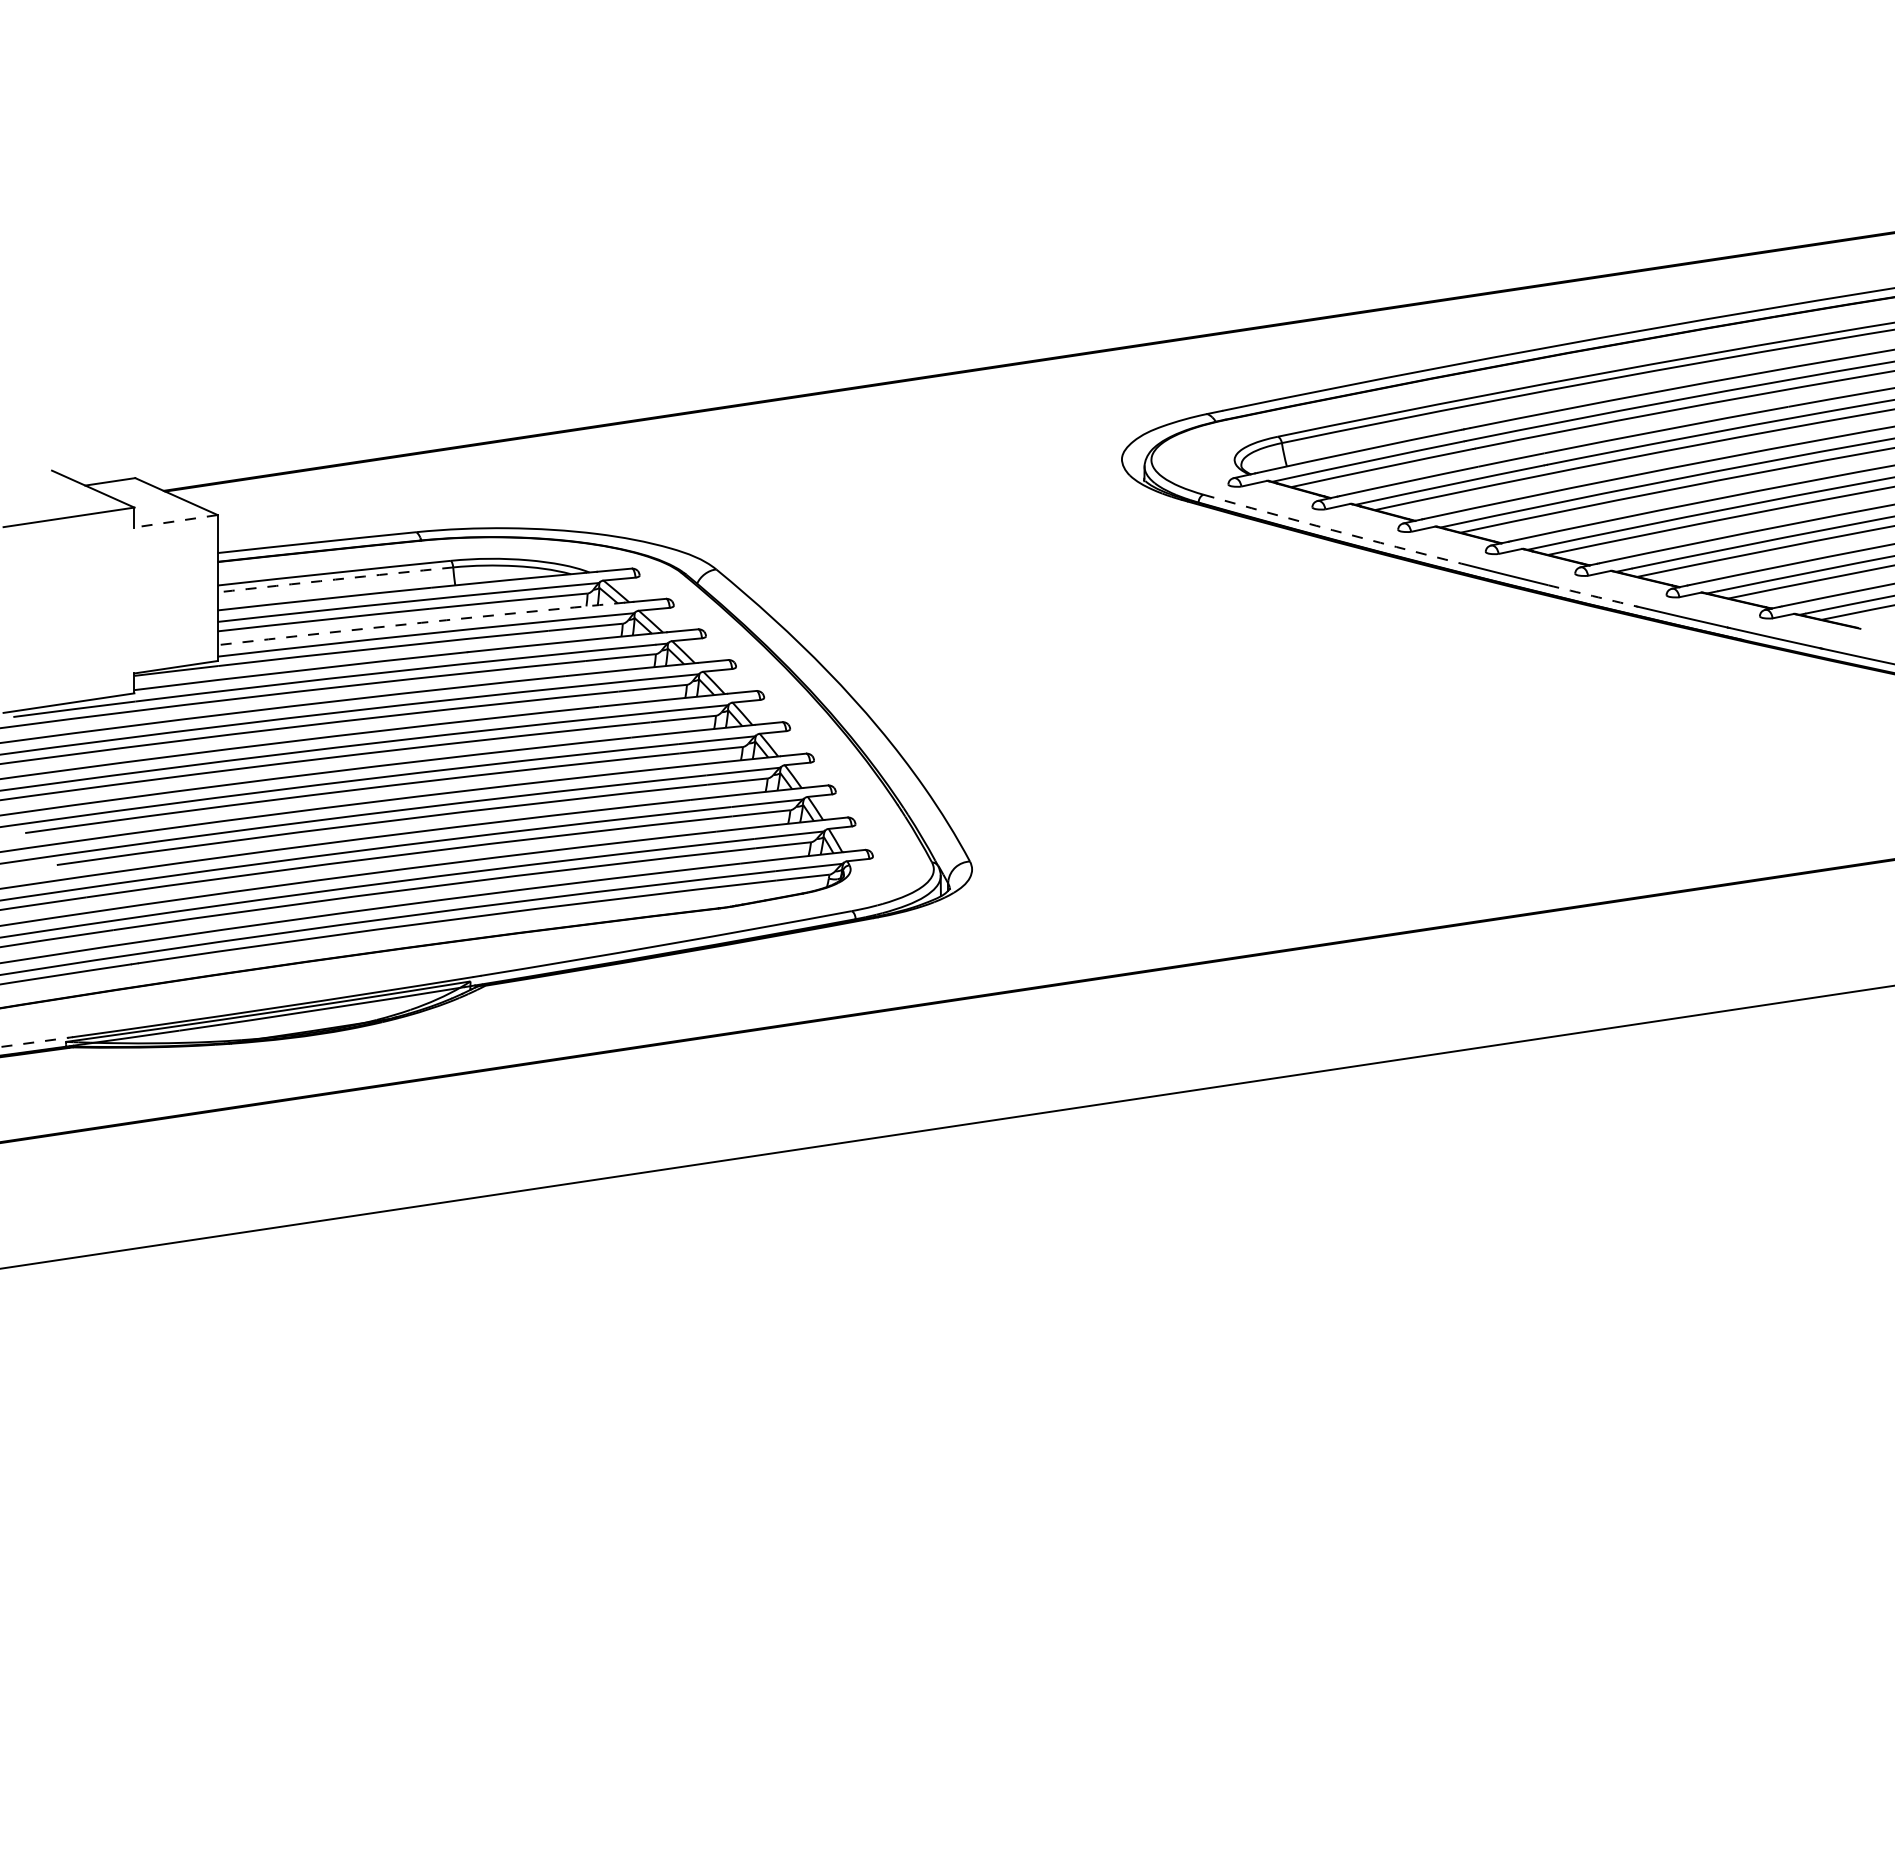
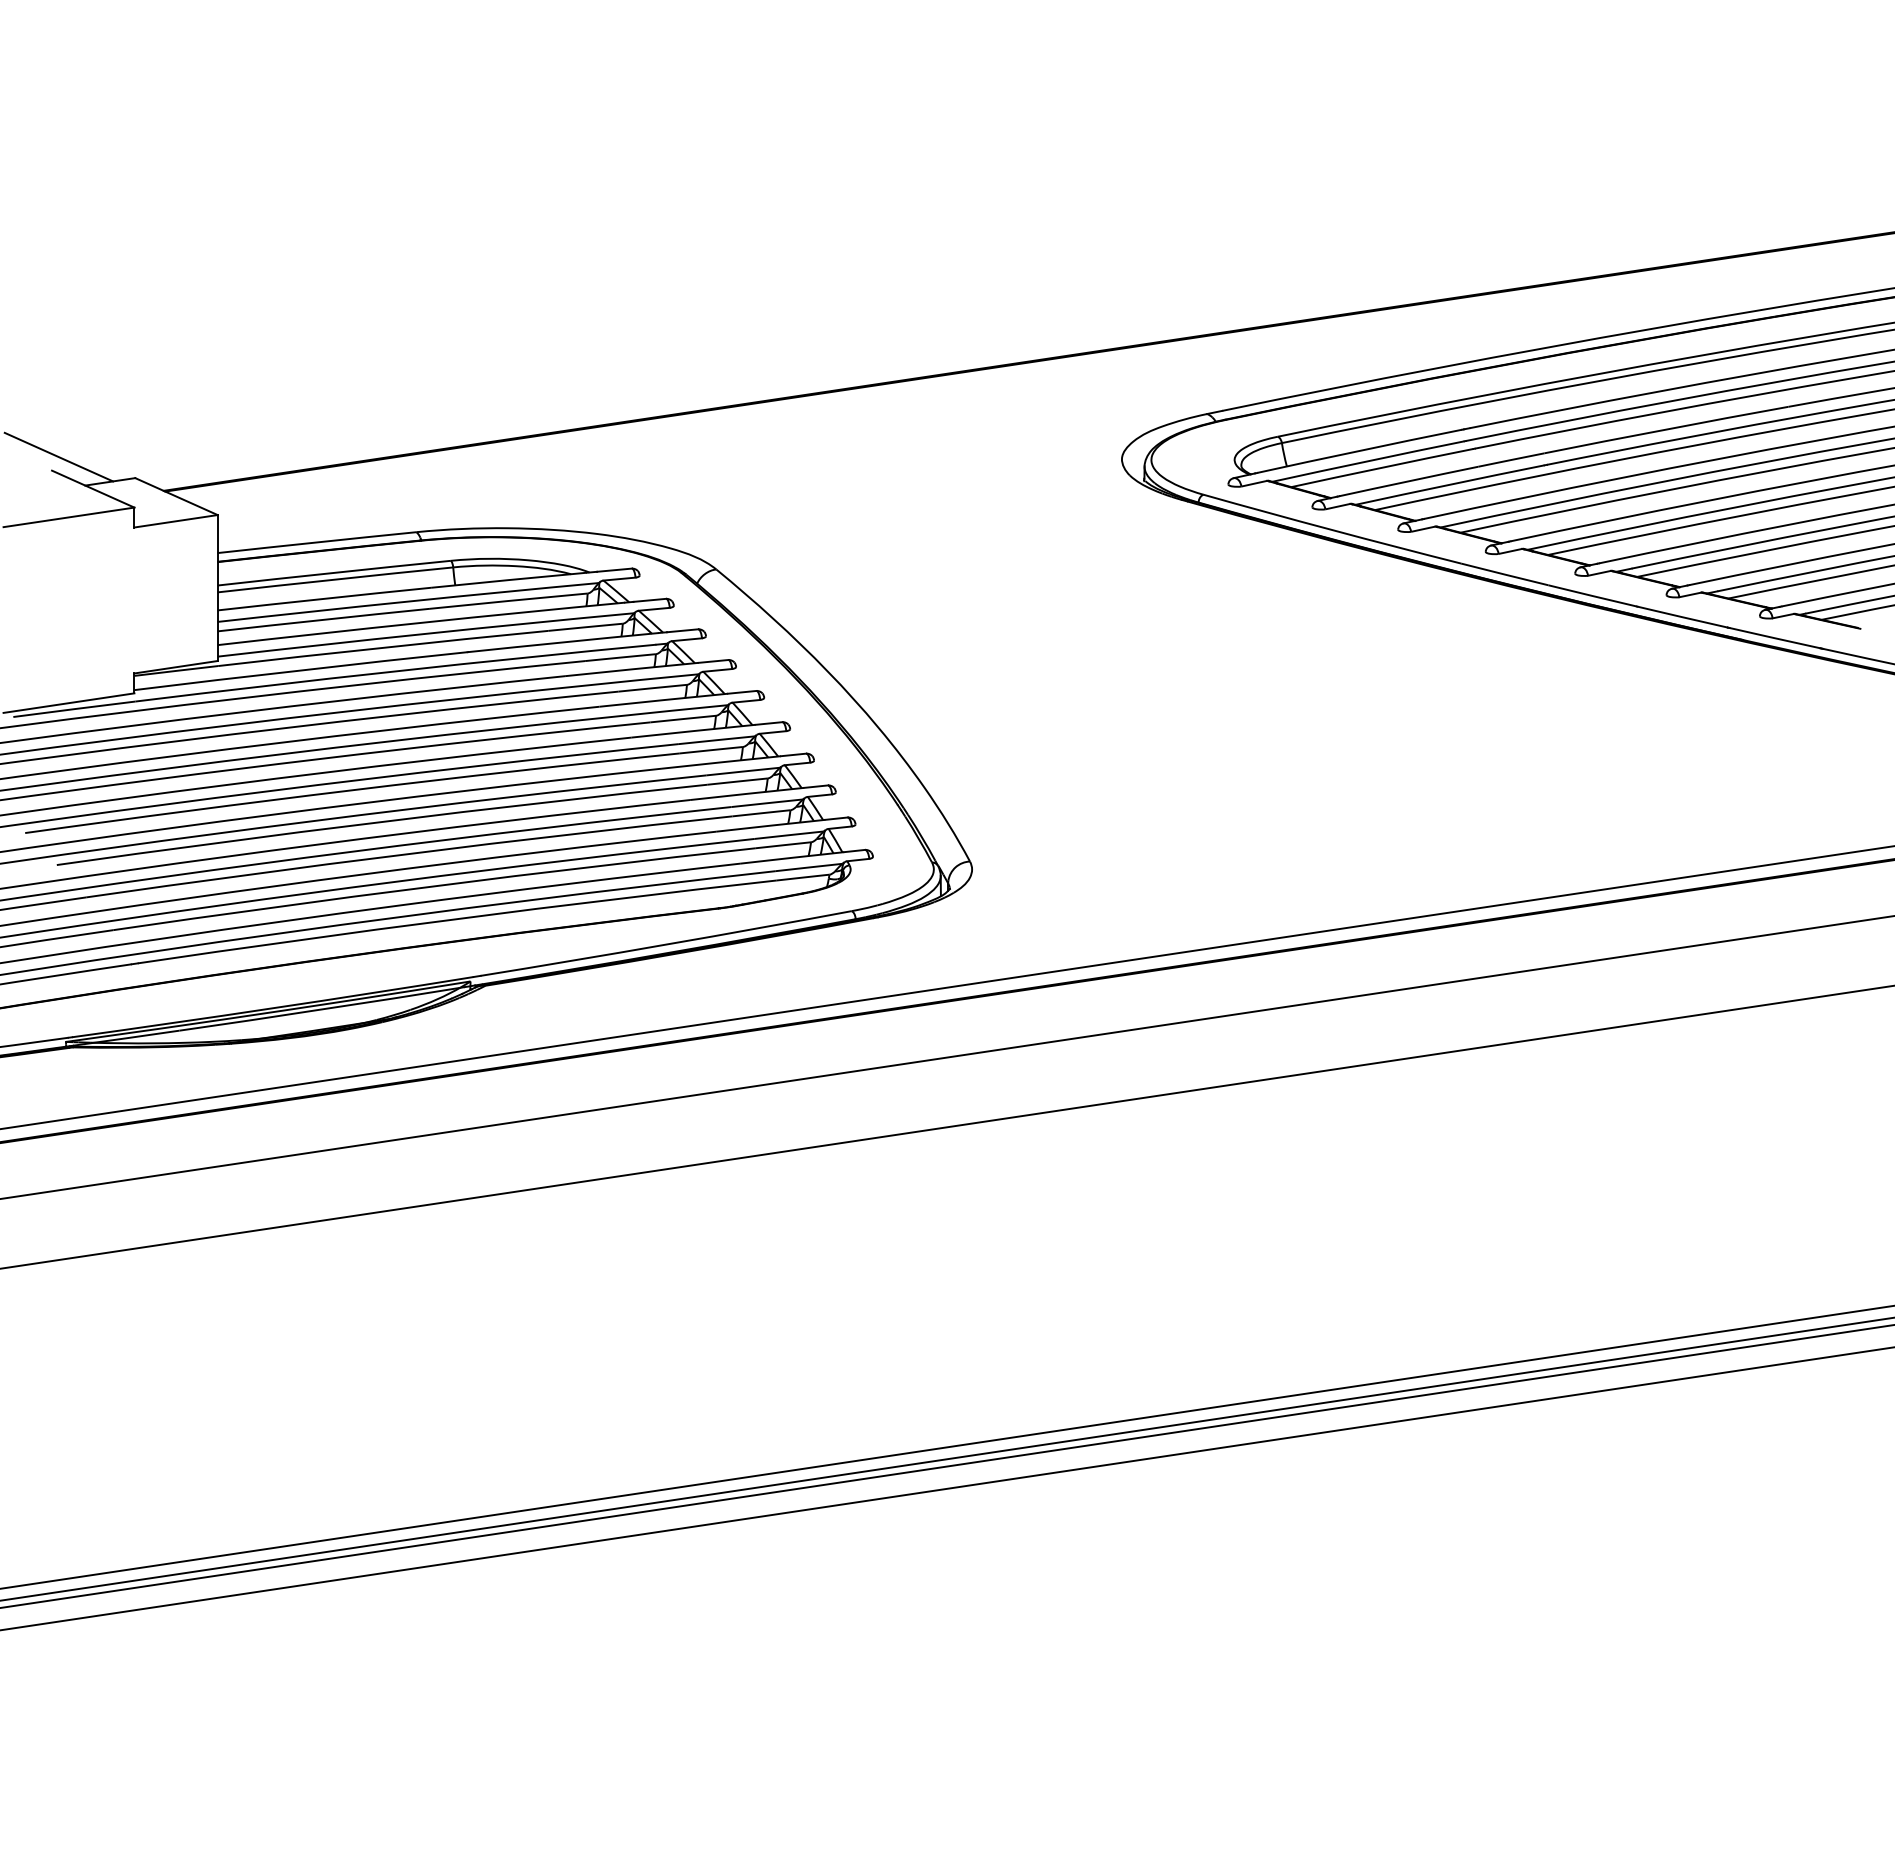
line at (58, 456): none -> present
line at (175, 521): dashed -> solid
arc at (1332, 530): dashed -> solid
arc at (335, 579): dashed -> solid
arc at (1592, 596): dashed -> solid
arc at (421, 622): dashed -> solid
line at (946, 987): none -> present
arc at (35, 1042): dashed -> solid
line at (946, 1057): none -> present
line at (946, 1447): none -> present
line at (946, 1459): none -> present
line at (946, 1466): none -> present
line at (946, 1488): none -> present
